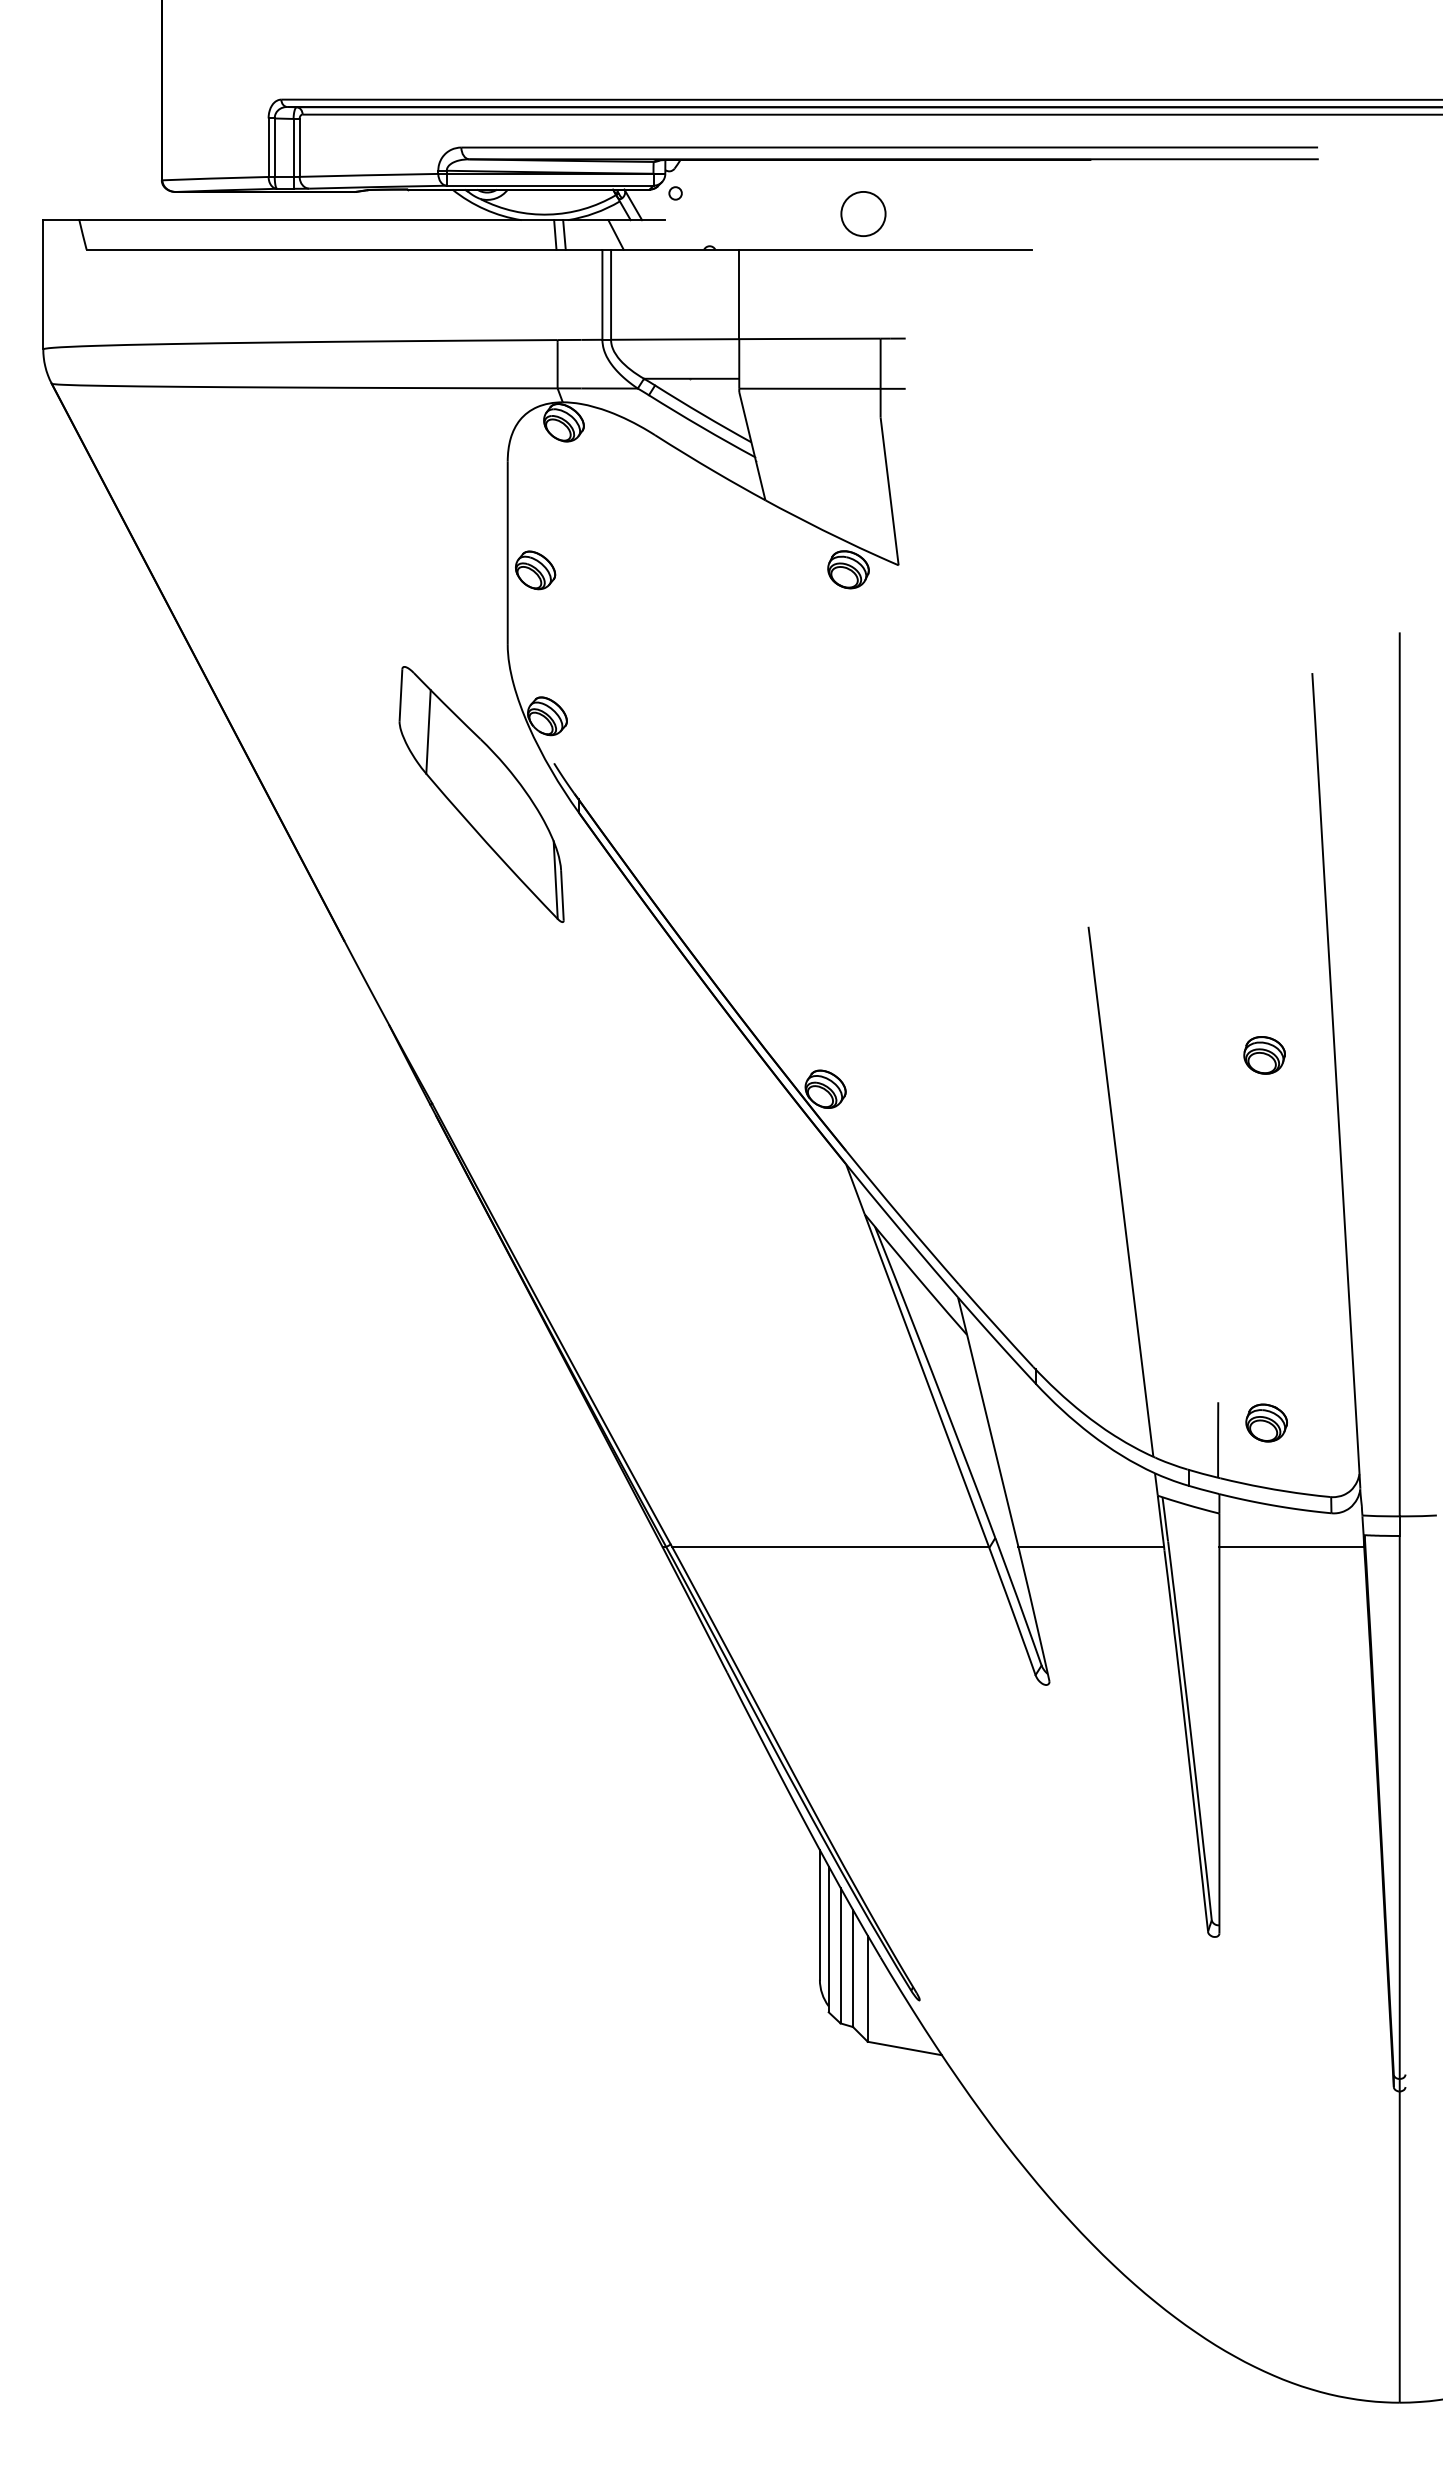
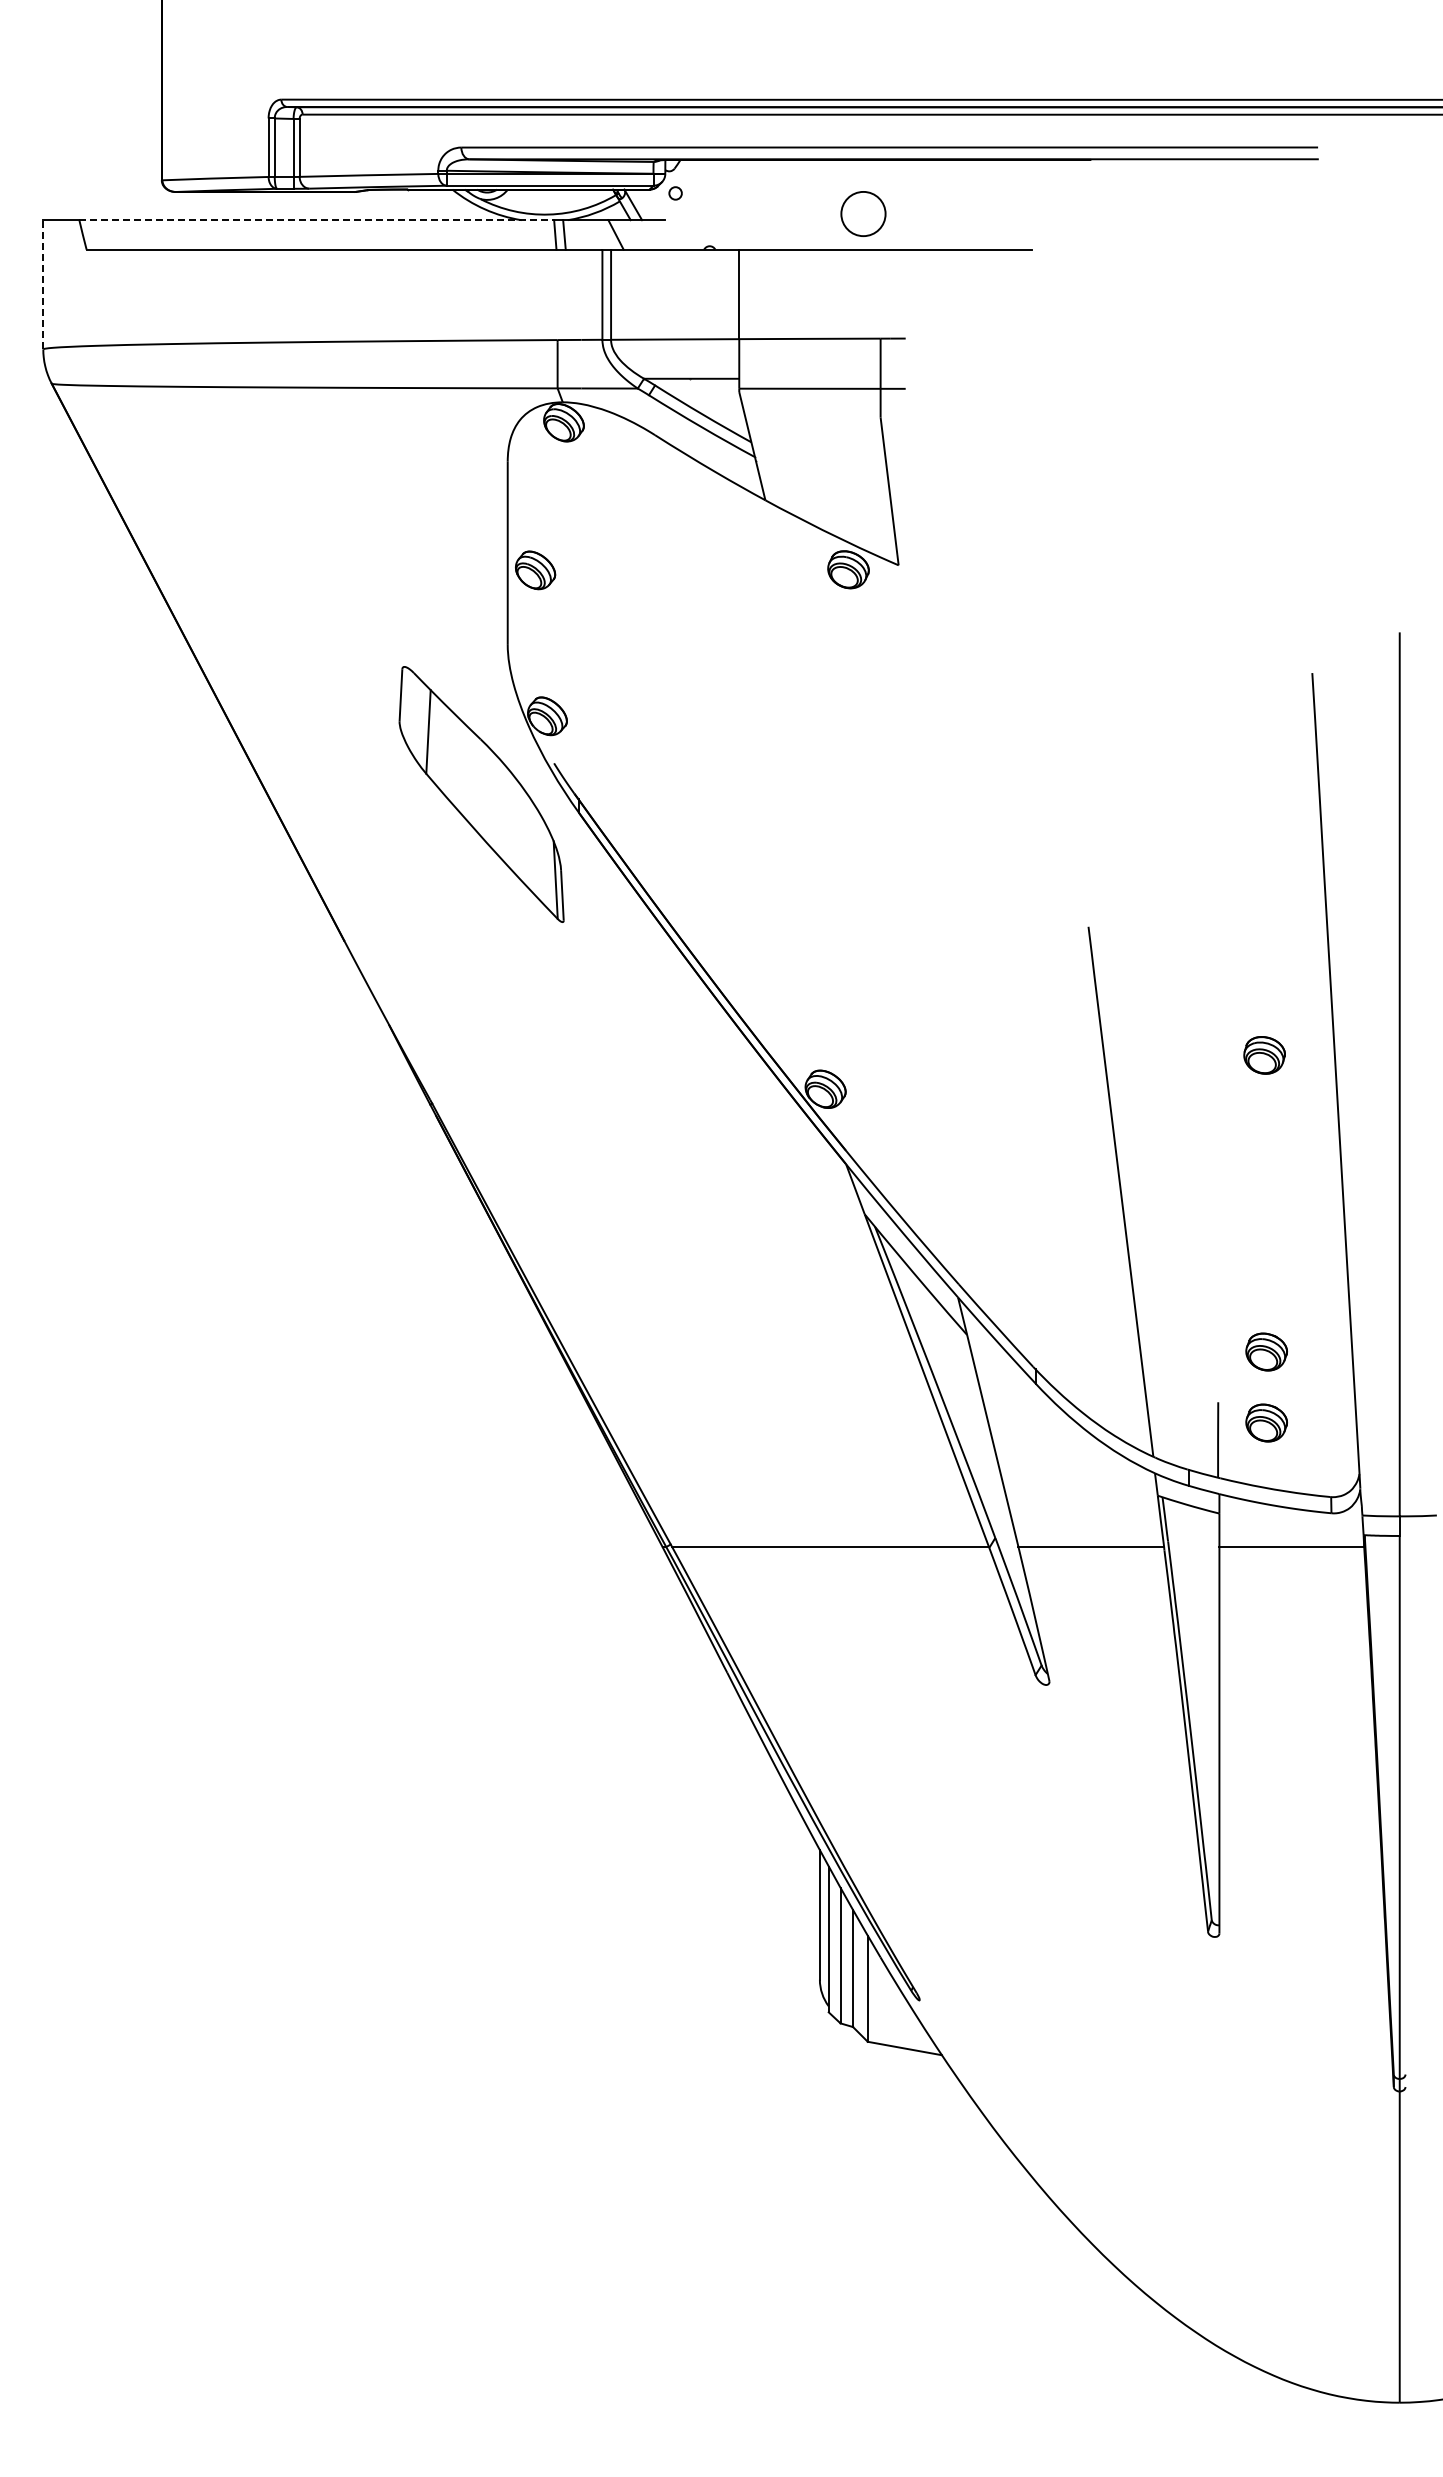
line at (317, 220): solid -> dashed
line at (43, 284): solid -> dashed
part at (1266, 1351): none -> present
